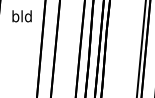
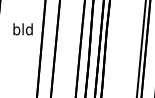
text at (21, 16) position: (21, 16) -> (22, 29)
